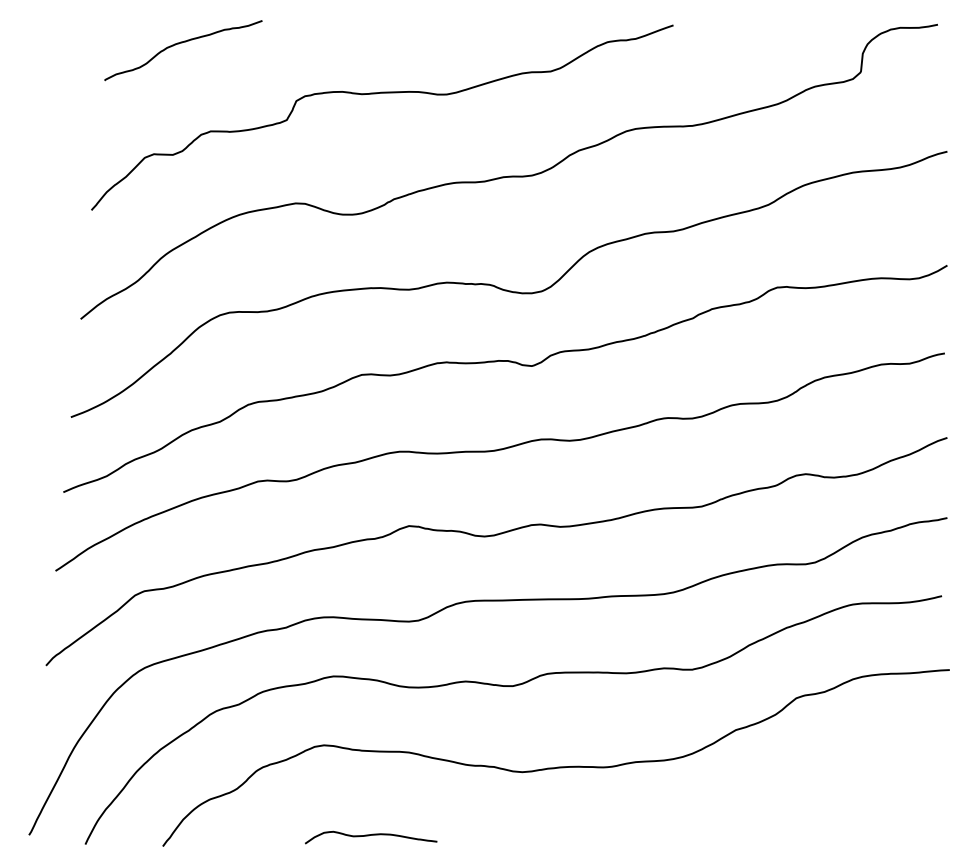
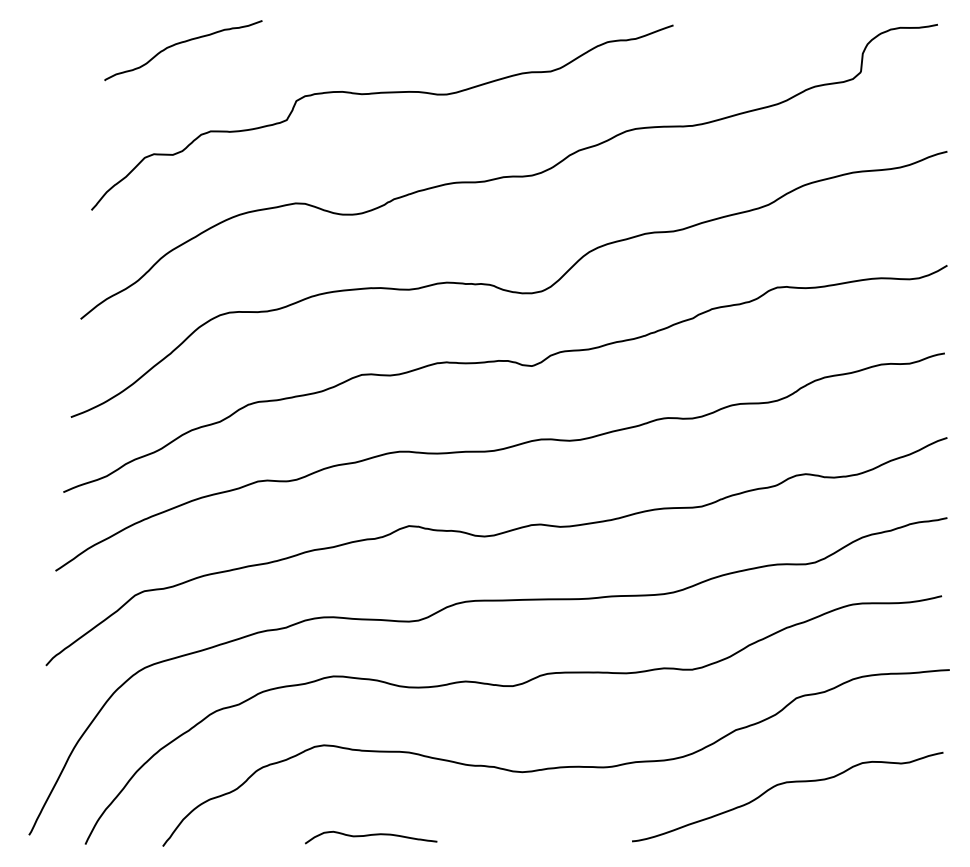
curve at (783, 784): none -> present
